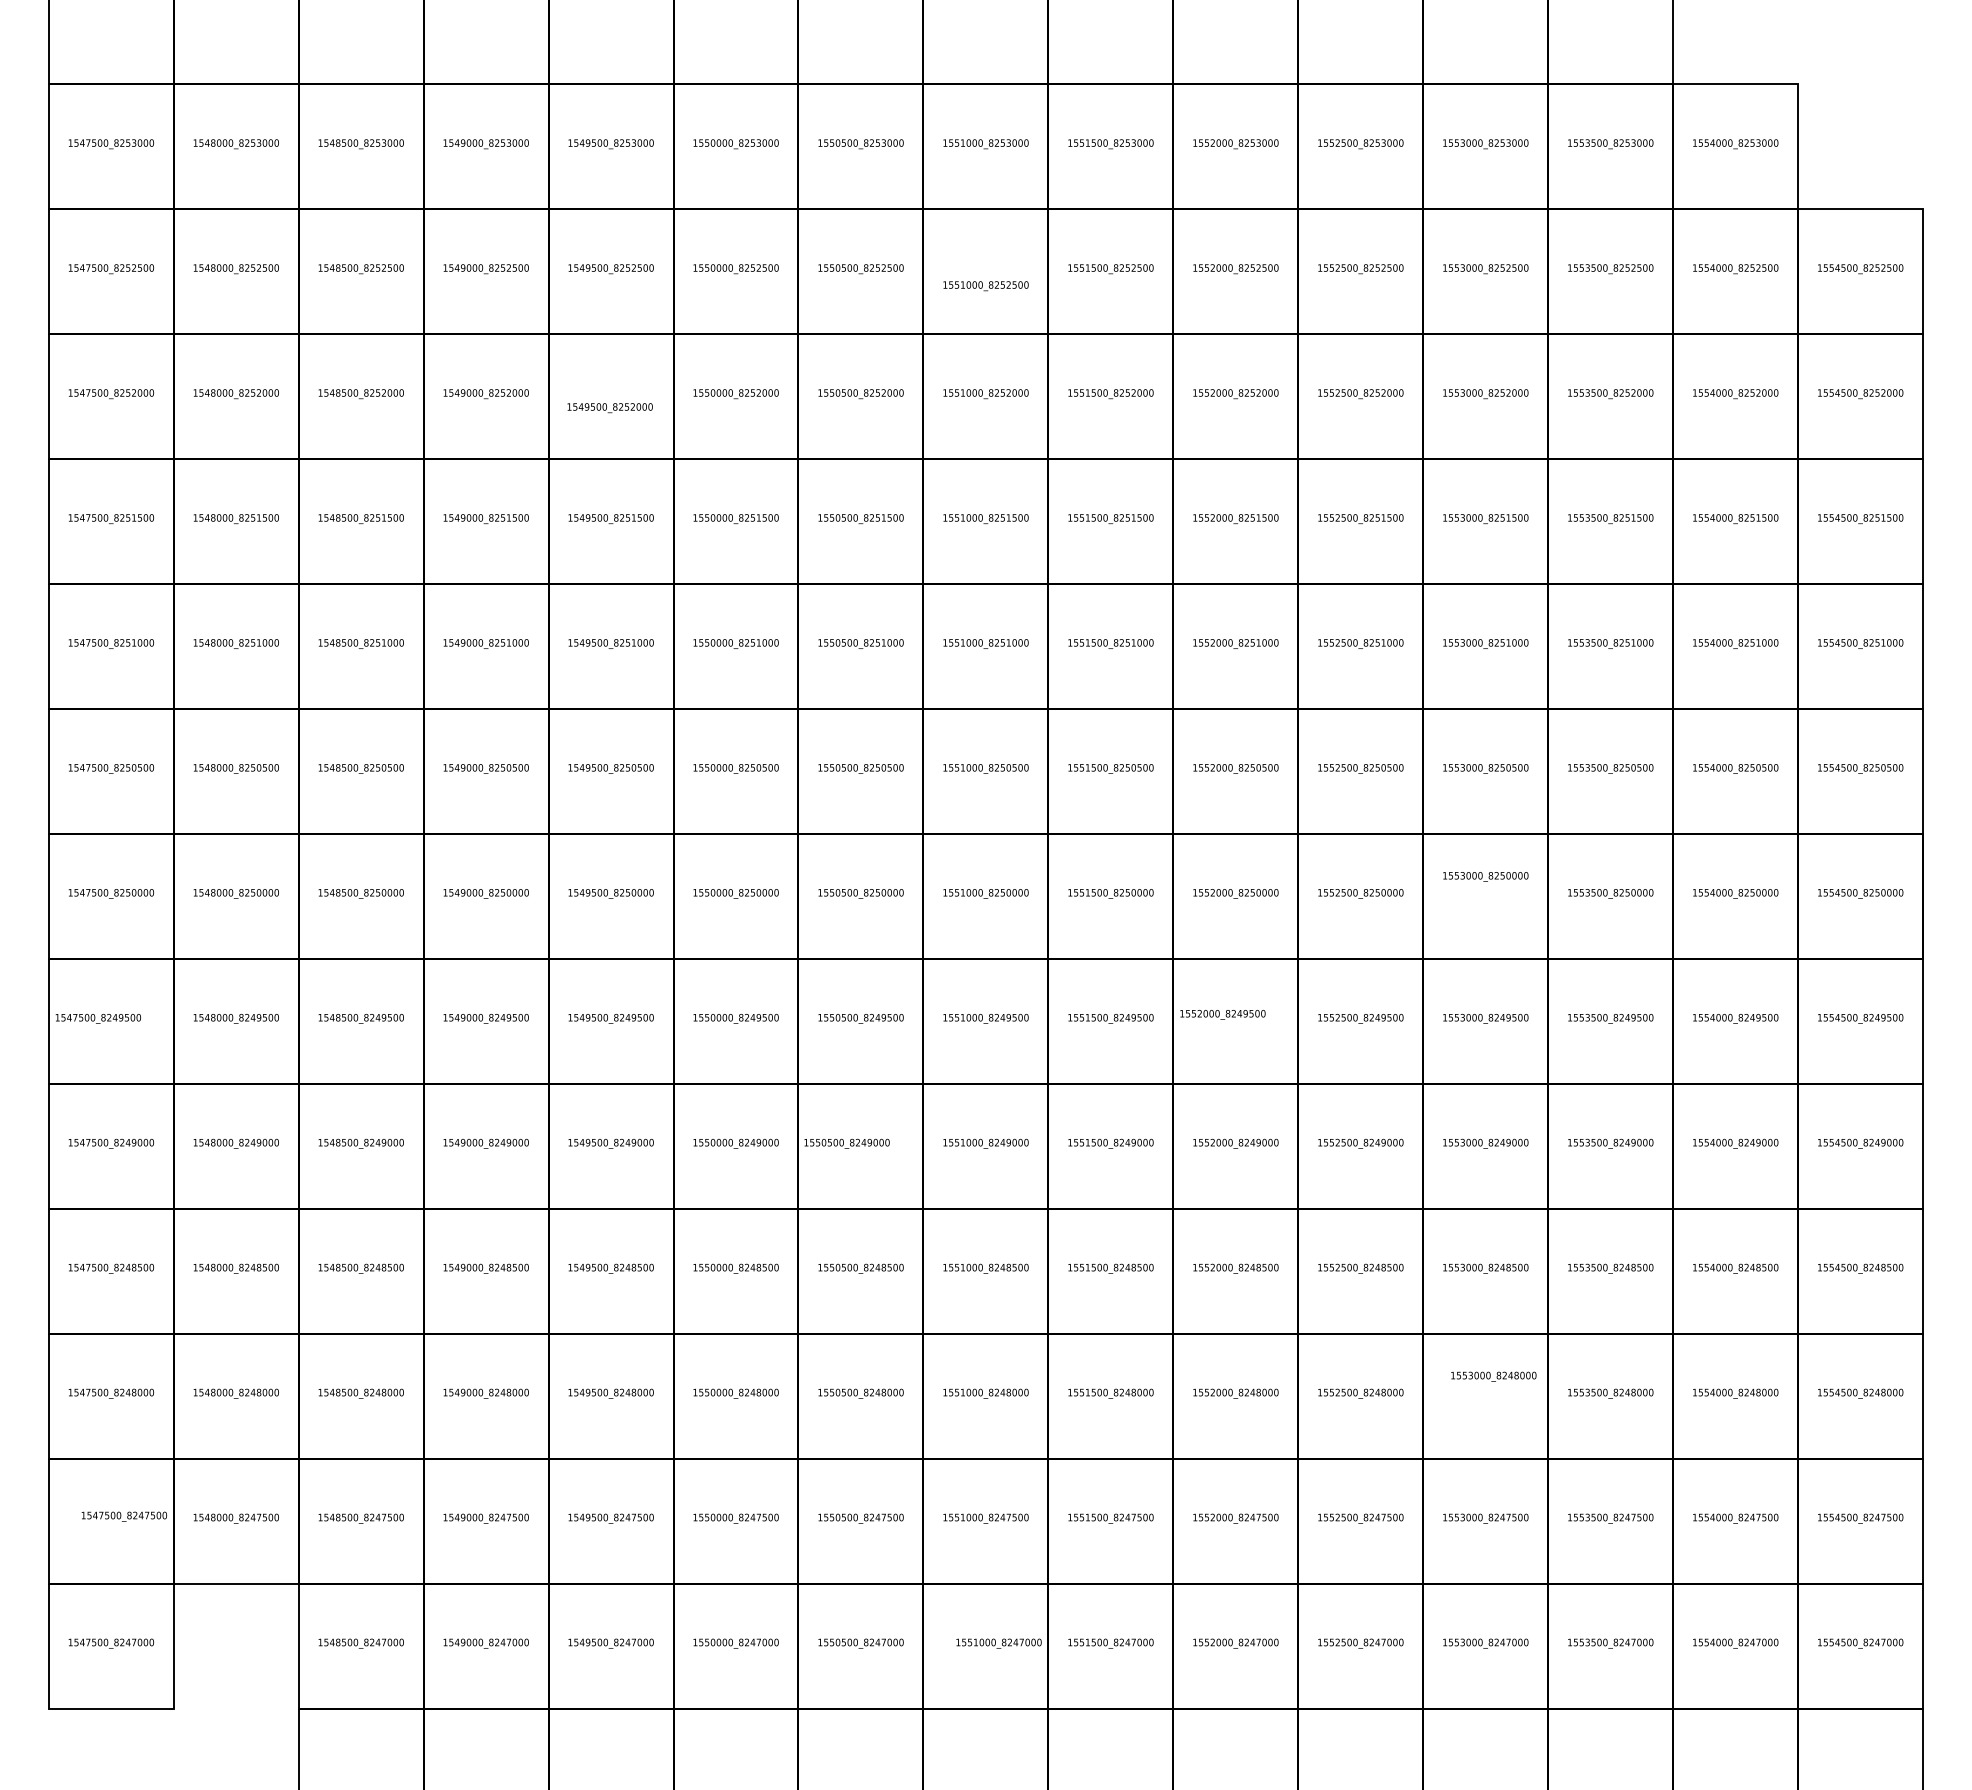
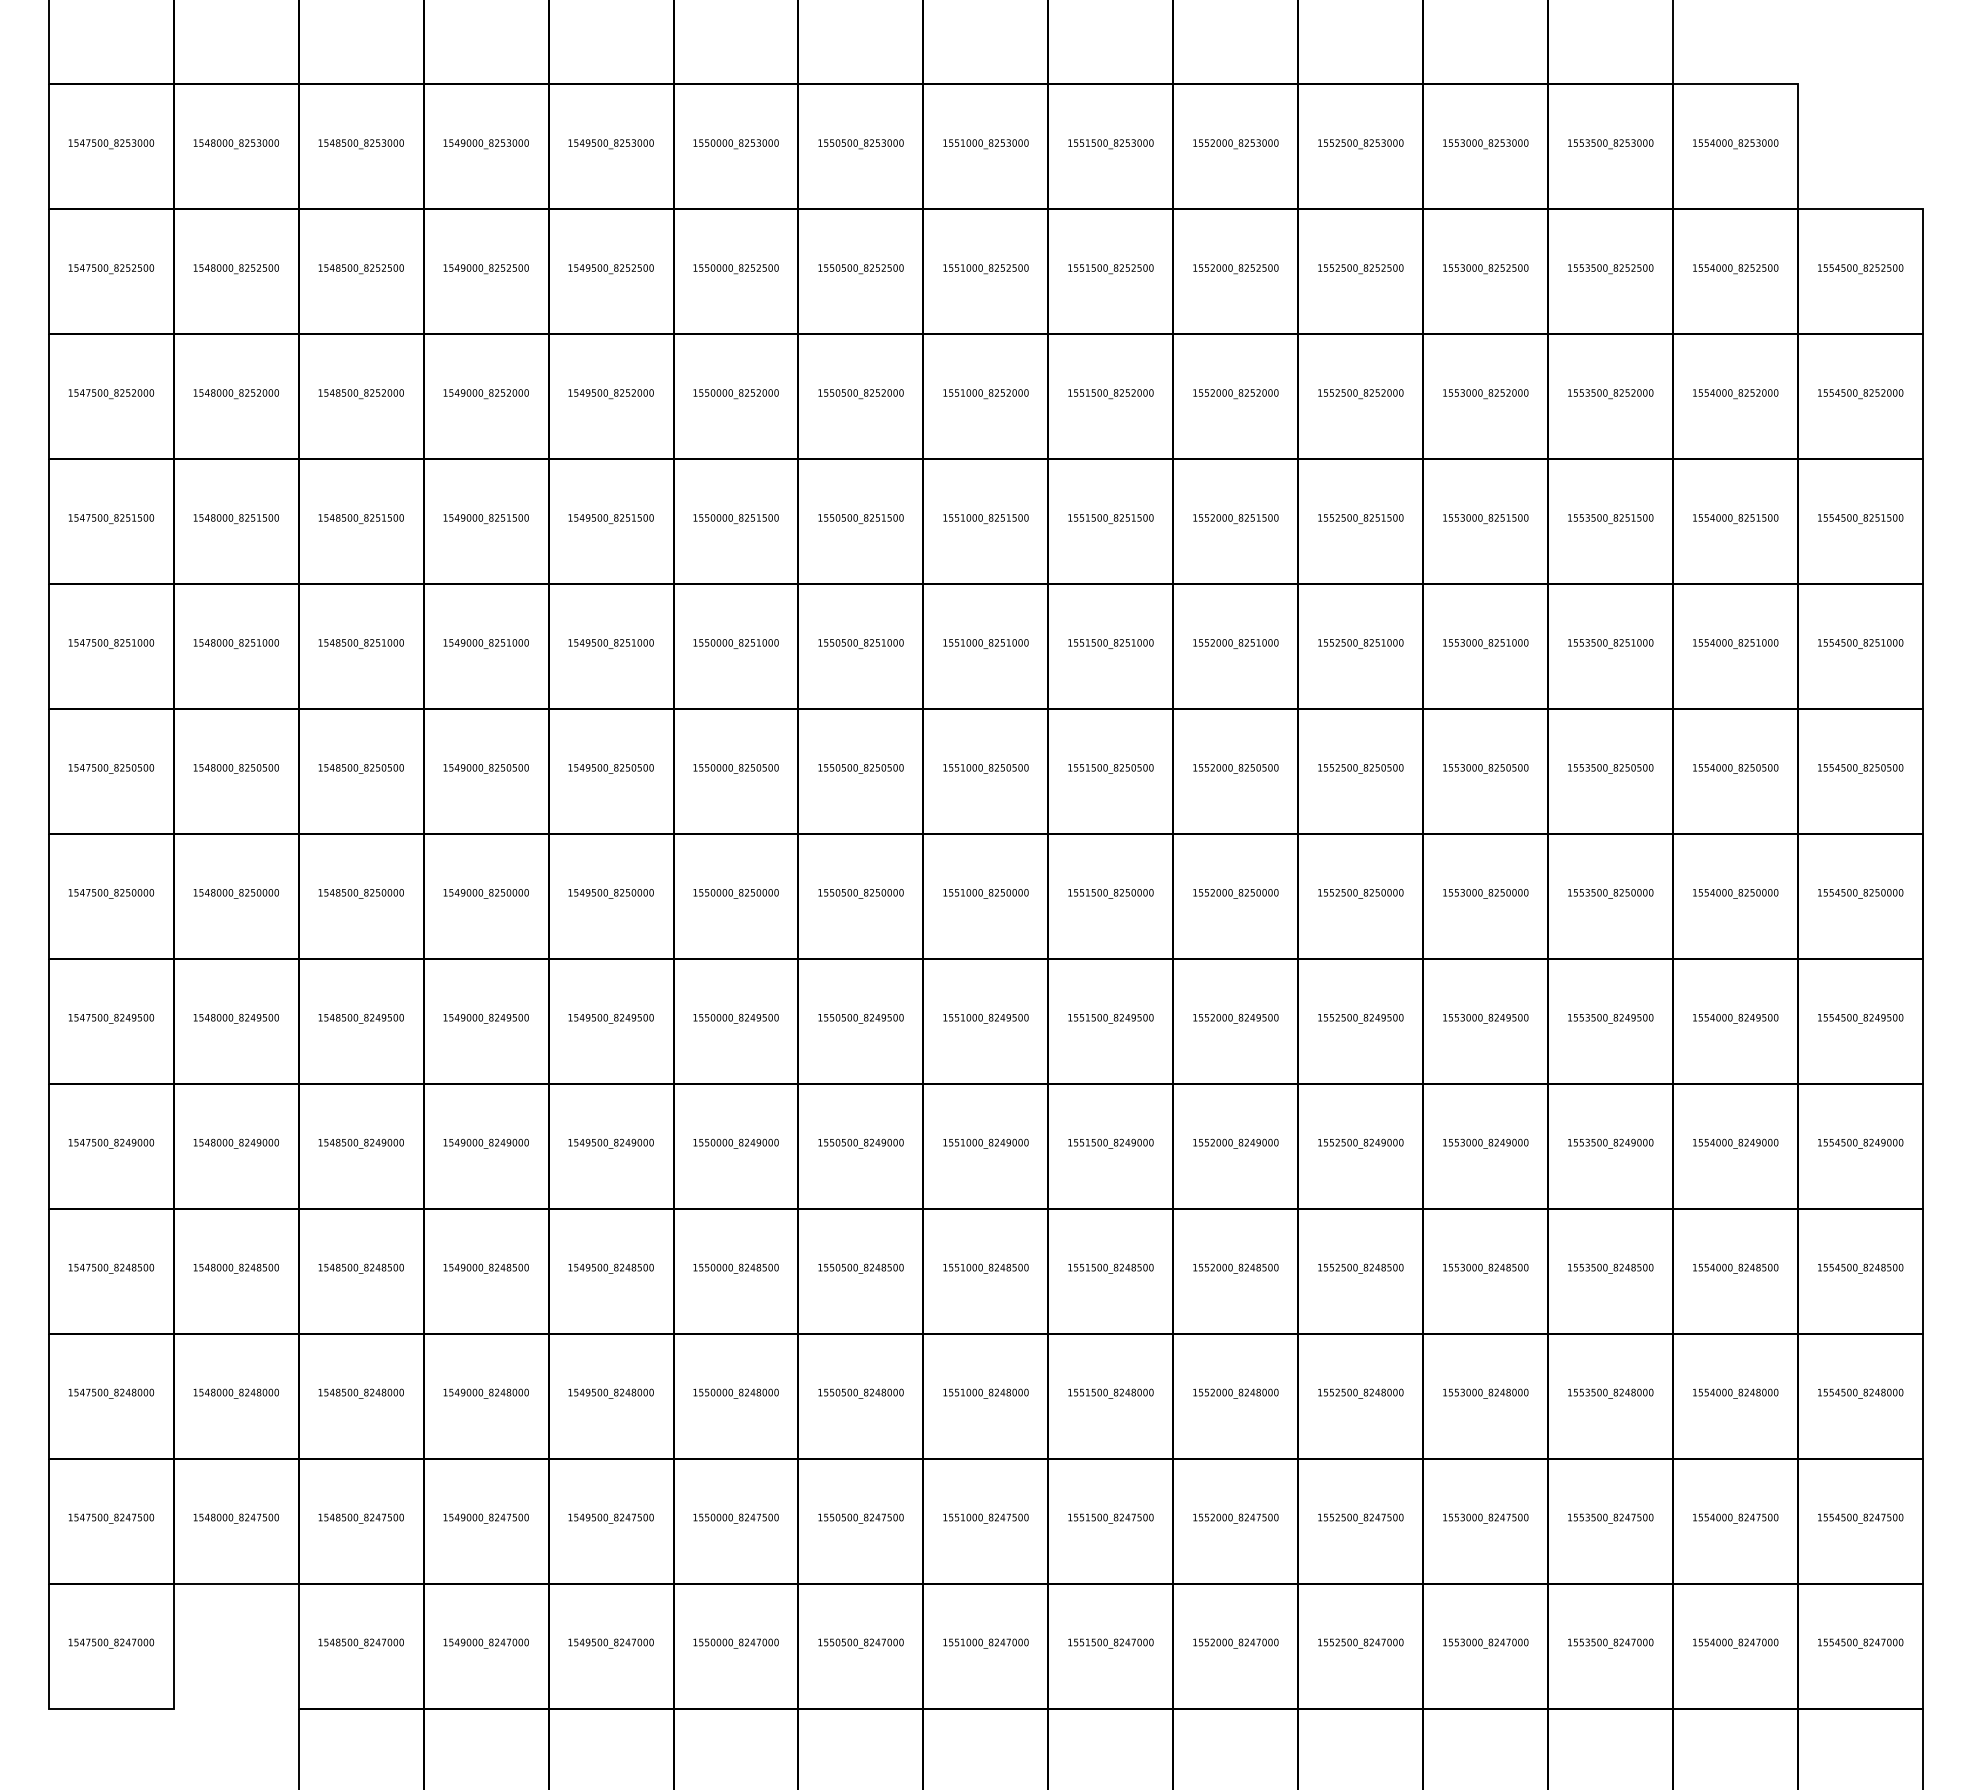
text at (985, 286) position: (985, 286) -> (985, 269)
text at (609, 408) position: (609, 408) -> (610, 394)
text at (1485, 876) position: (1485, 876) -> (1485, 893)
text at (1222, 1014) position: (1222, 1014) -> (1235, 1018)
text at (97, 1018) position: (97, 1018) -> (110, 1018)
text at (846, 1143) position: (846, 1143) -> (860, 1143)
text at (1493, 1376) position: (1493, 1376) -> (1485, 1393)
text at (123, 1516) position: (123, 1516) -> (110, 1518)
text at (998, 1643) position: (998, 1643) -> (985, 1643)
